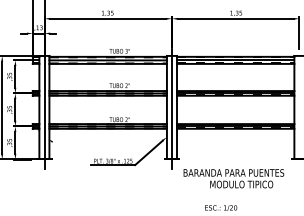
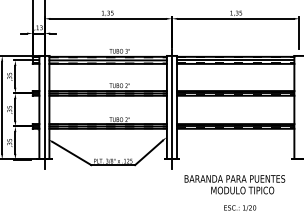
line at (71, 153): none -> present
text at (233, 178) position: (233, 178) -> (234, 184)
text at (221, 207) position: (221, 207) -> (240, 207)
